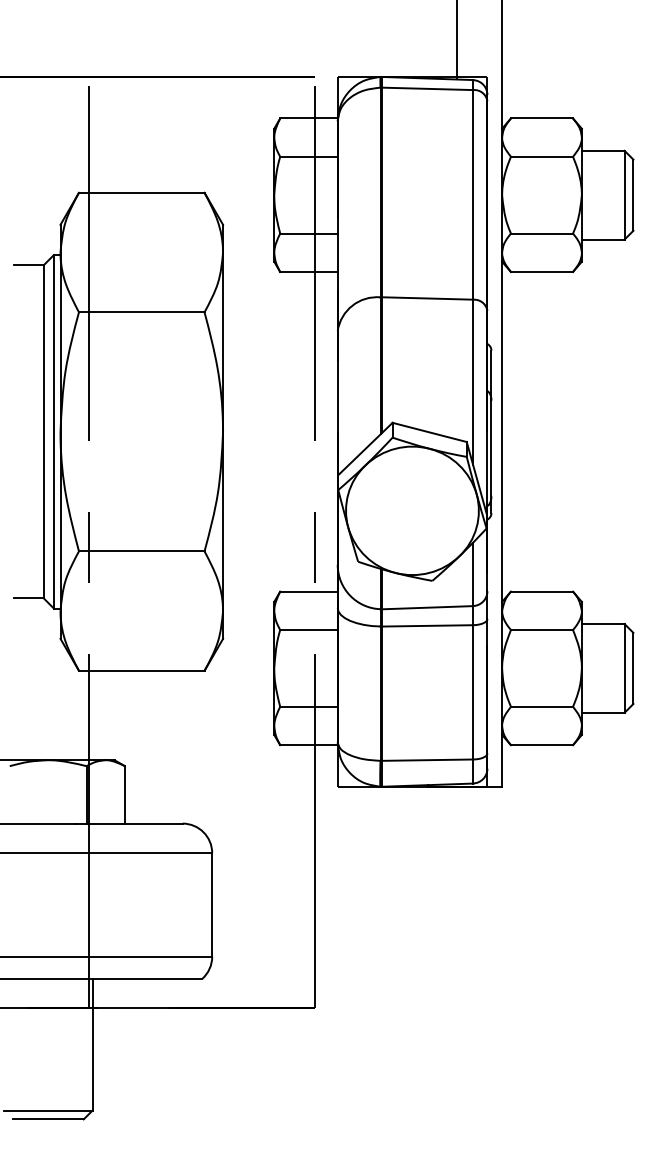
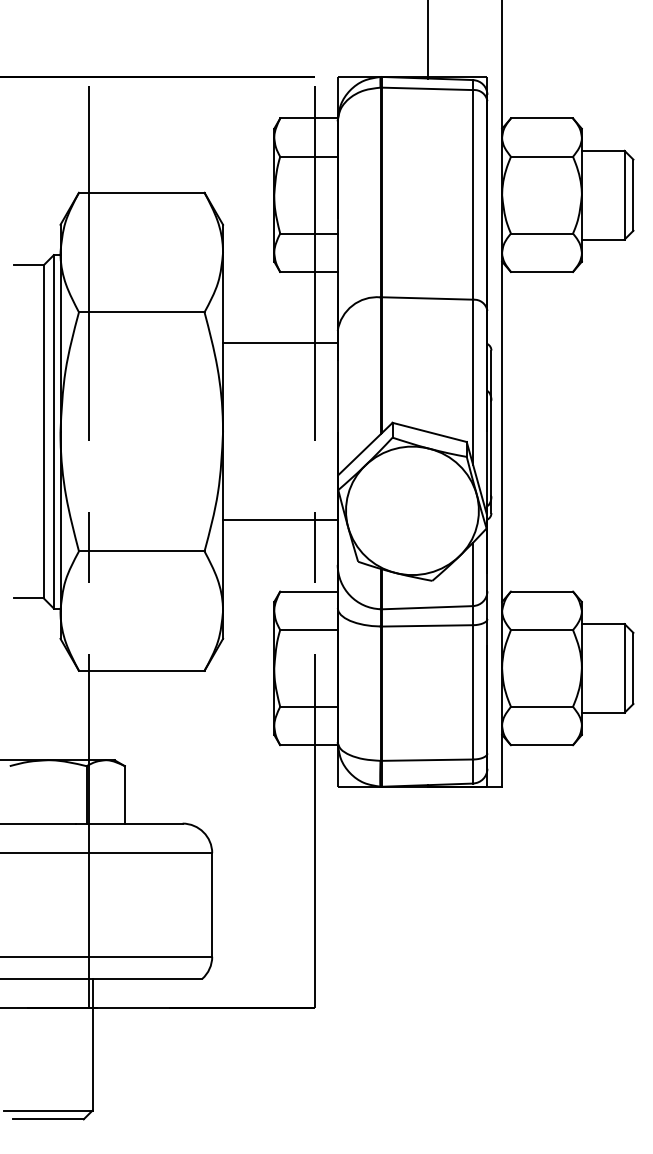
line at (457, 40) position: (457, 40) -> (428, 40)
line at (280, 343): none -> present
line at (280, 520): none -> present
